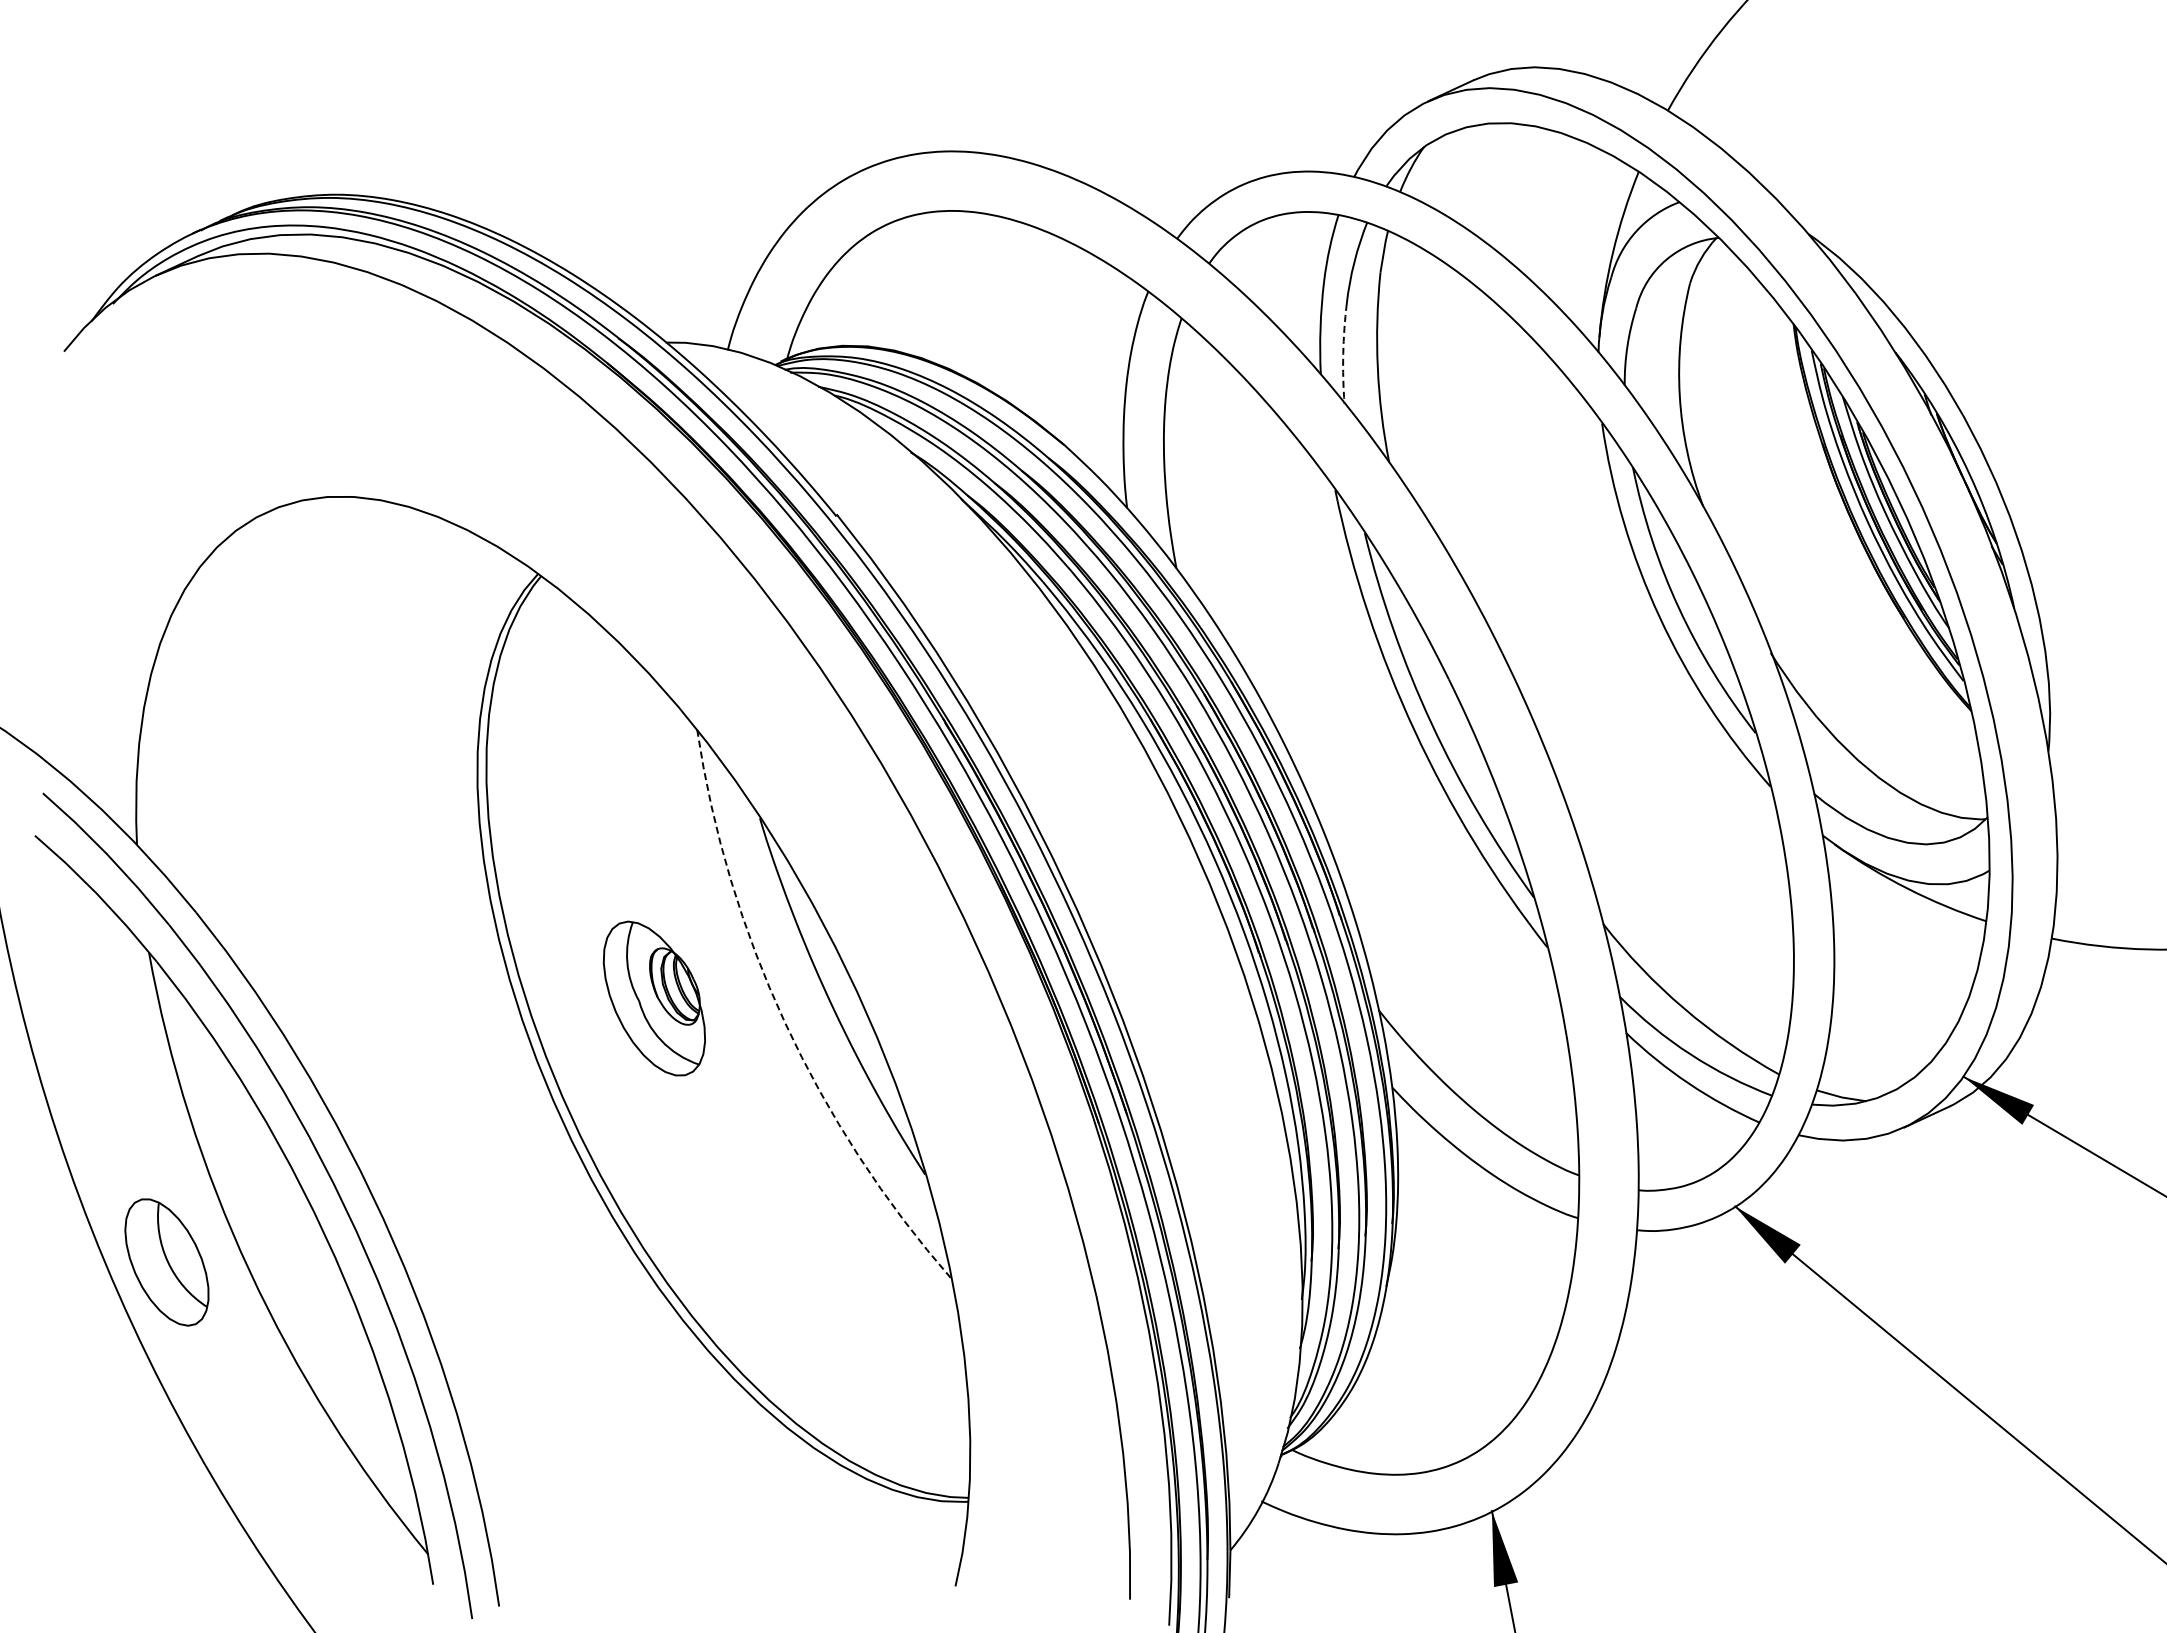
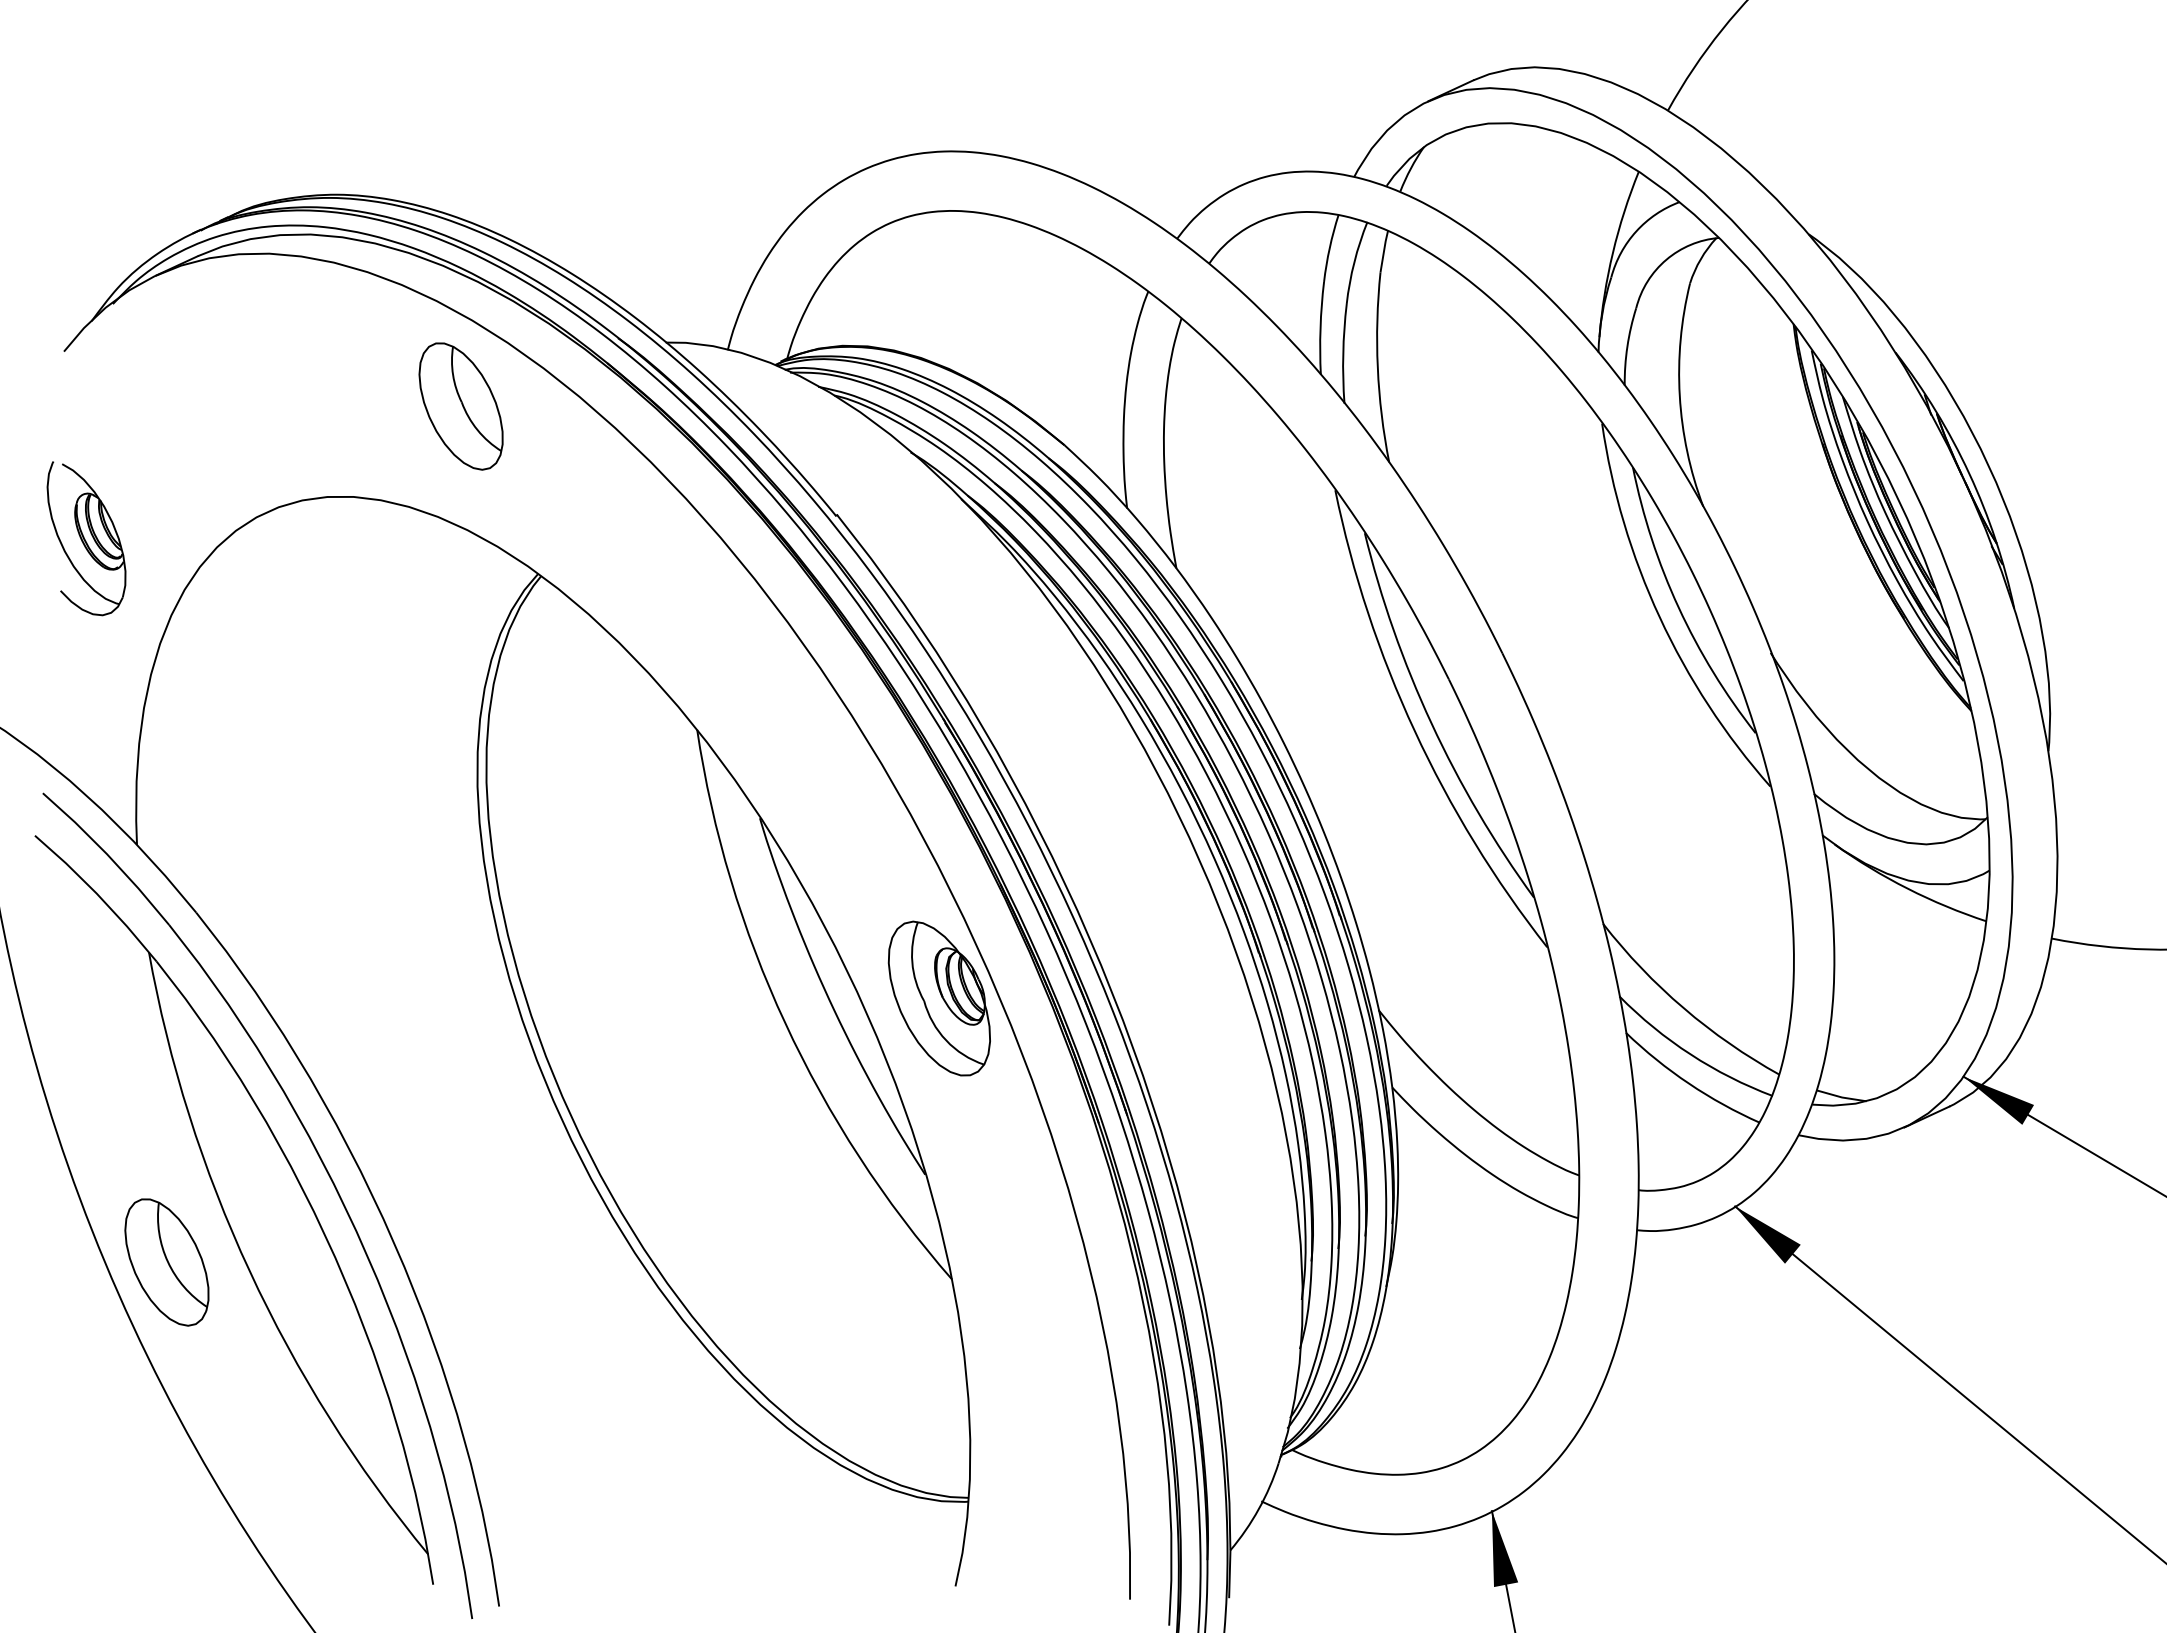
arc at (1343, 353): dashed -> solid
part at (460, 406): none -> present
part at (86, 538): none -> present
part at (653, 998) position: (653, 998) -> (938, 998)
arc at (785, 1023): dashed -> solid
